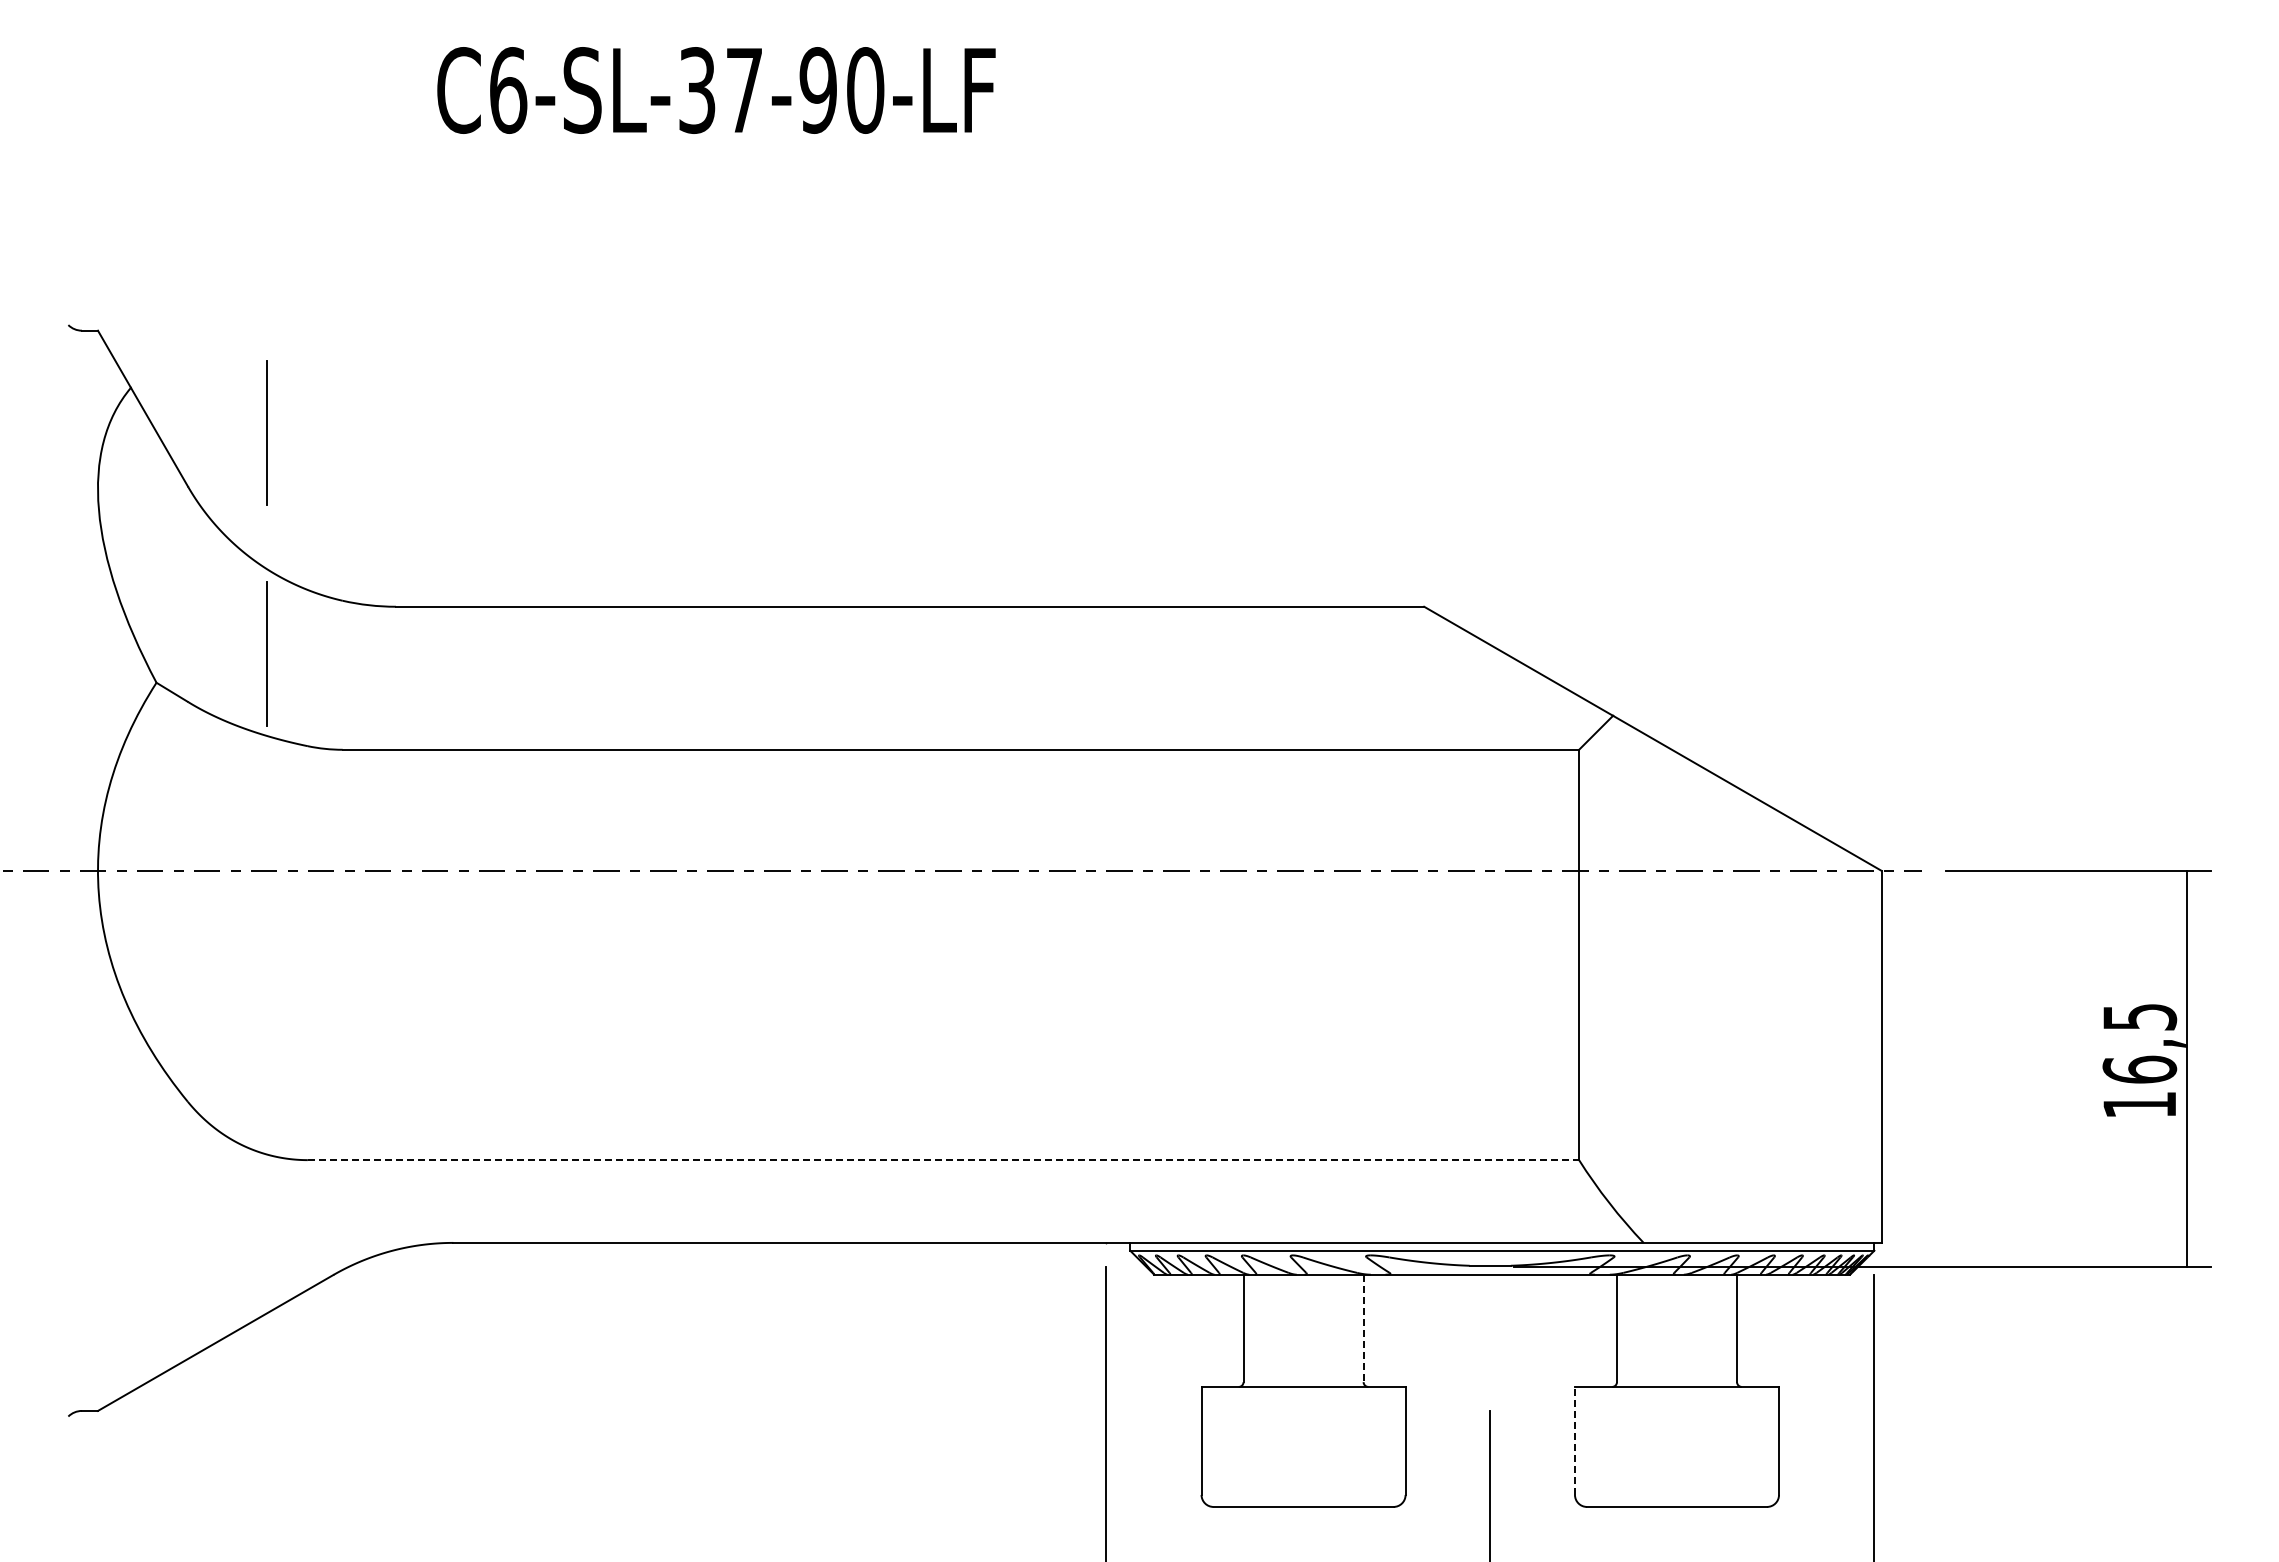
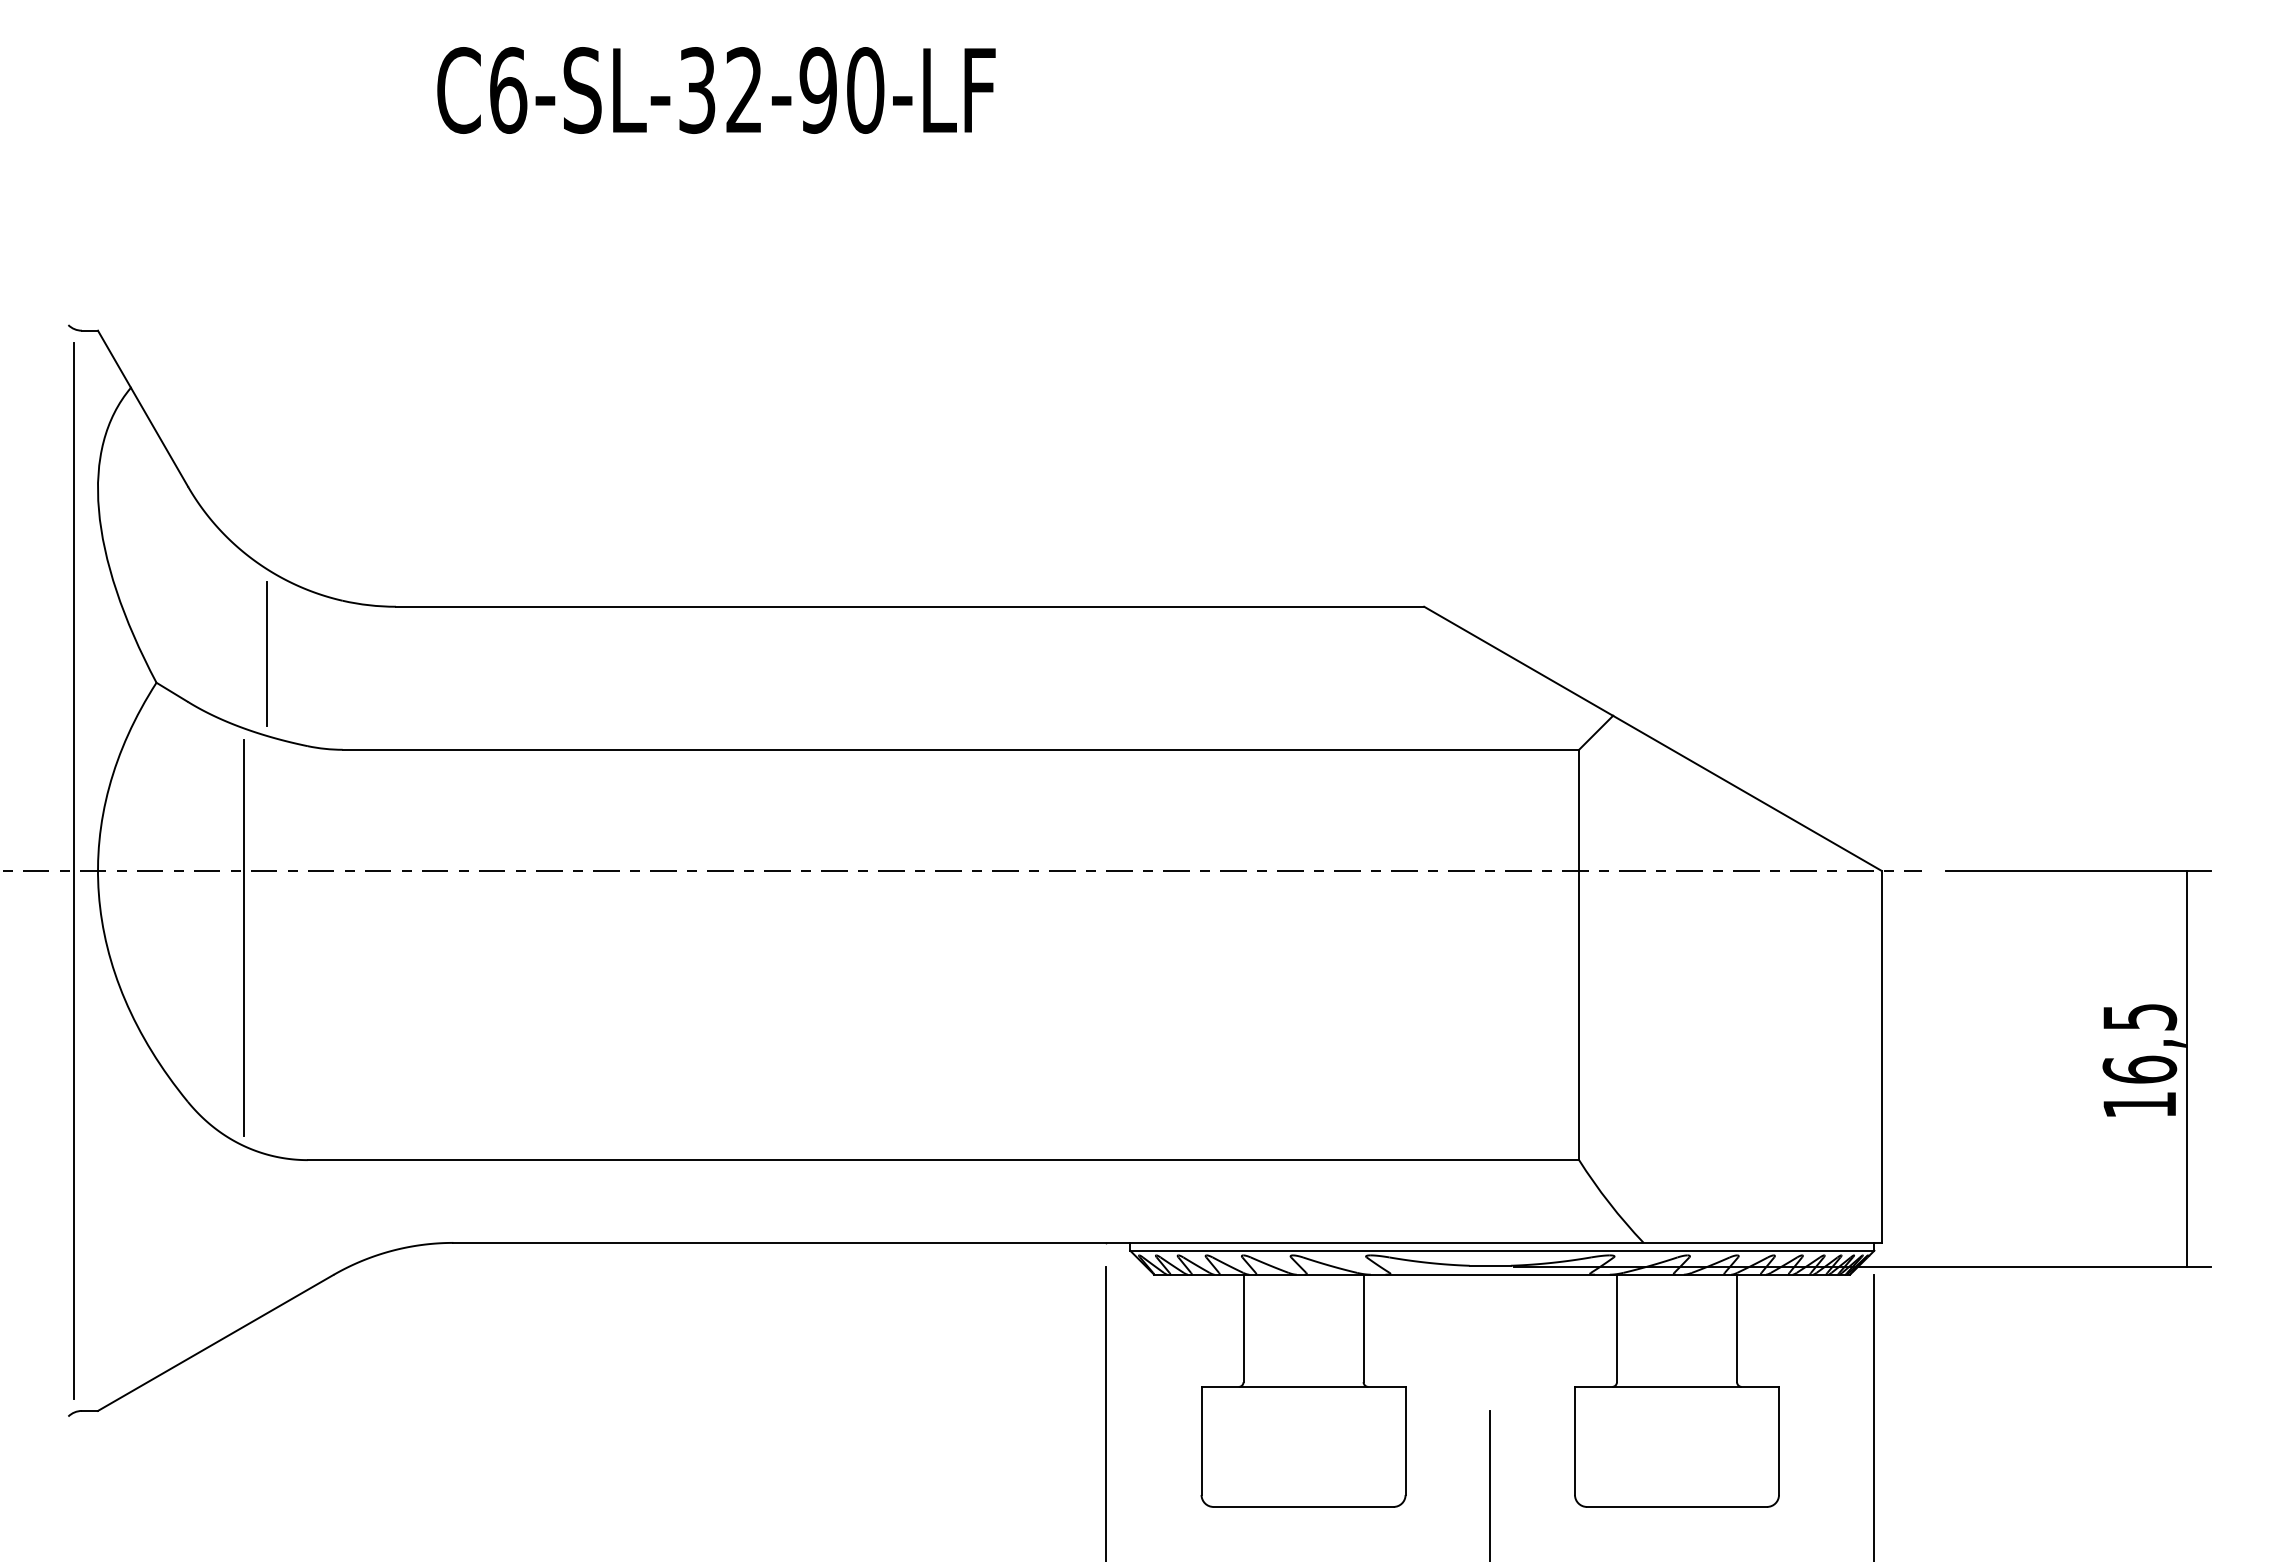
text at (743, 89): C6-SL-37-90-LF -> C6-SL-32-90-LF
line at (266, 432): present -> none
line at (73, 870): none -> present
line at (243, 938): none -> present
line at (943, 1160): dashed -> solid
line at (1363, 1328): dashed -> solid
line at (1574, 1440): dashed -> solid
